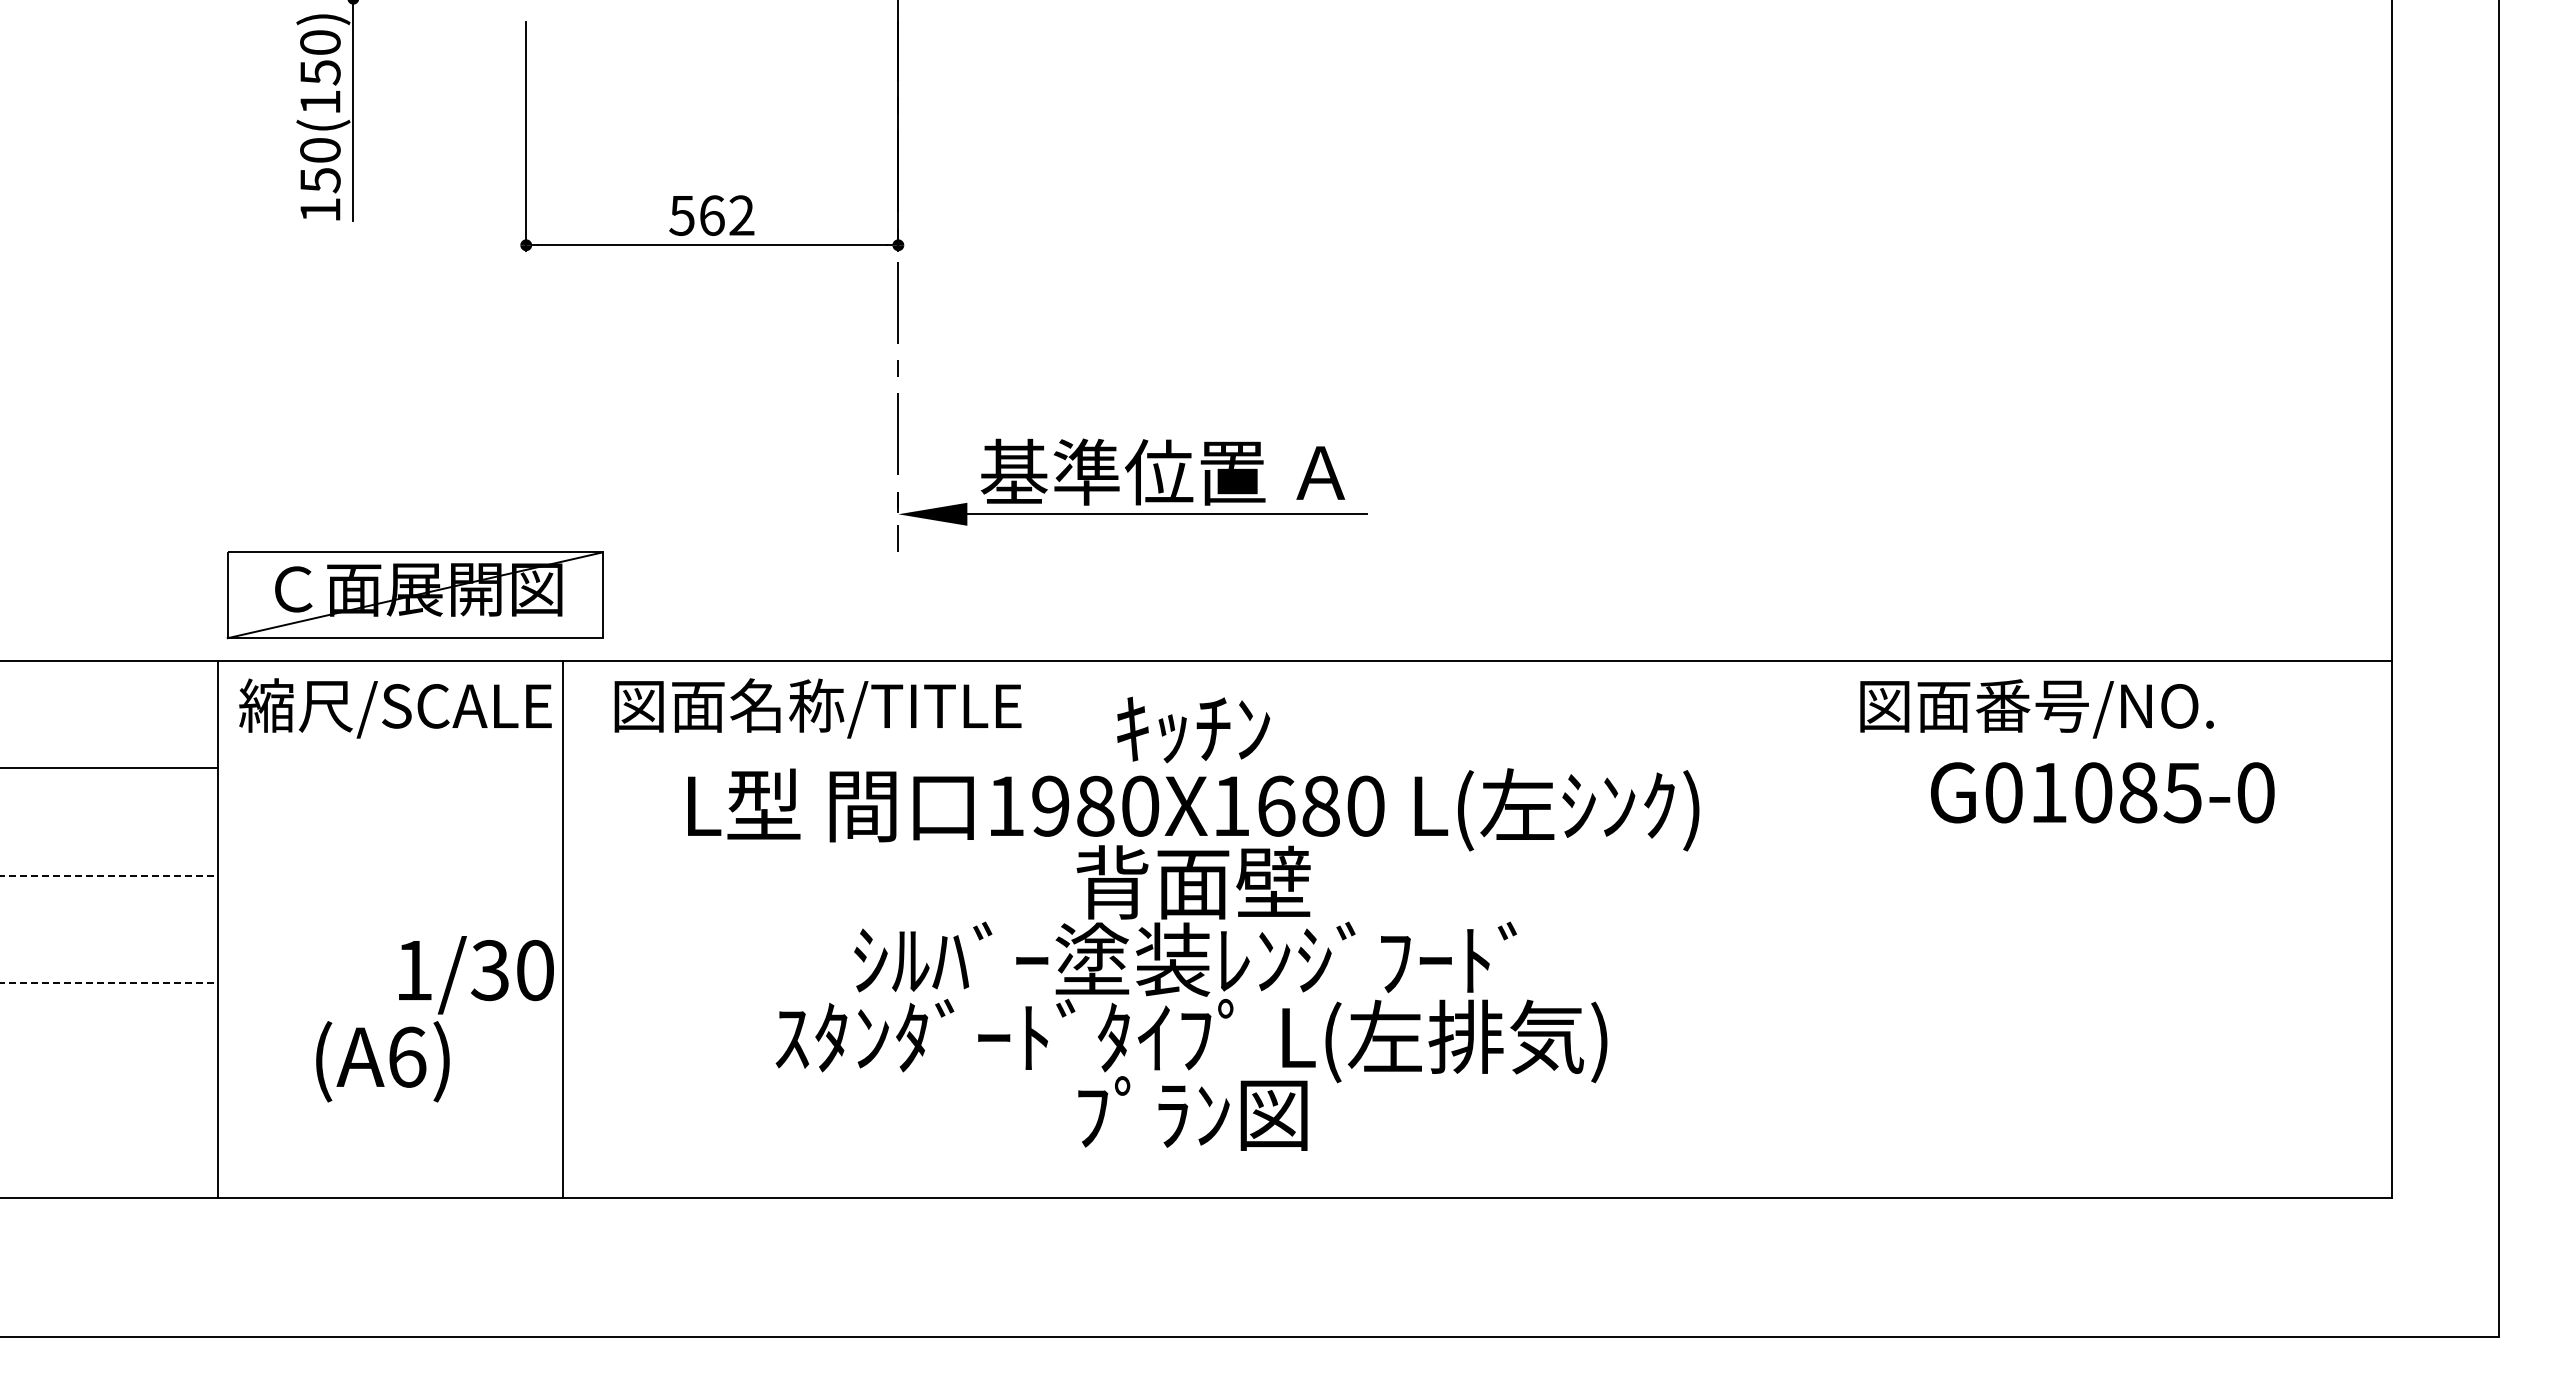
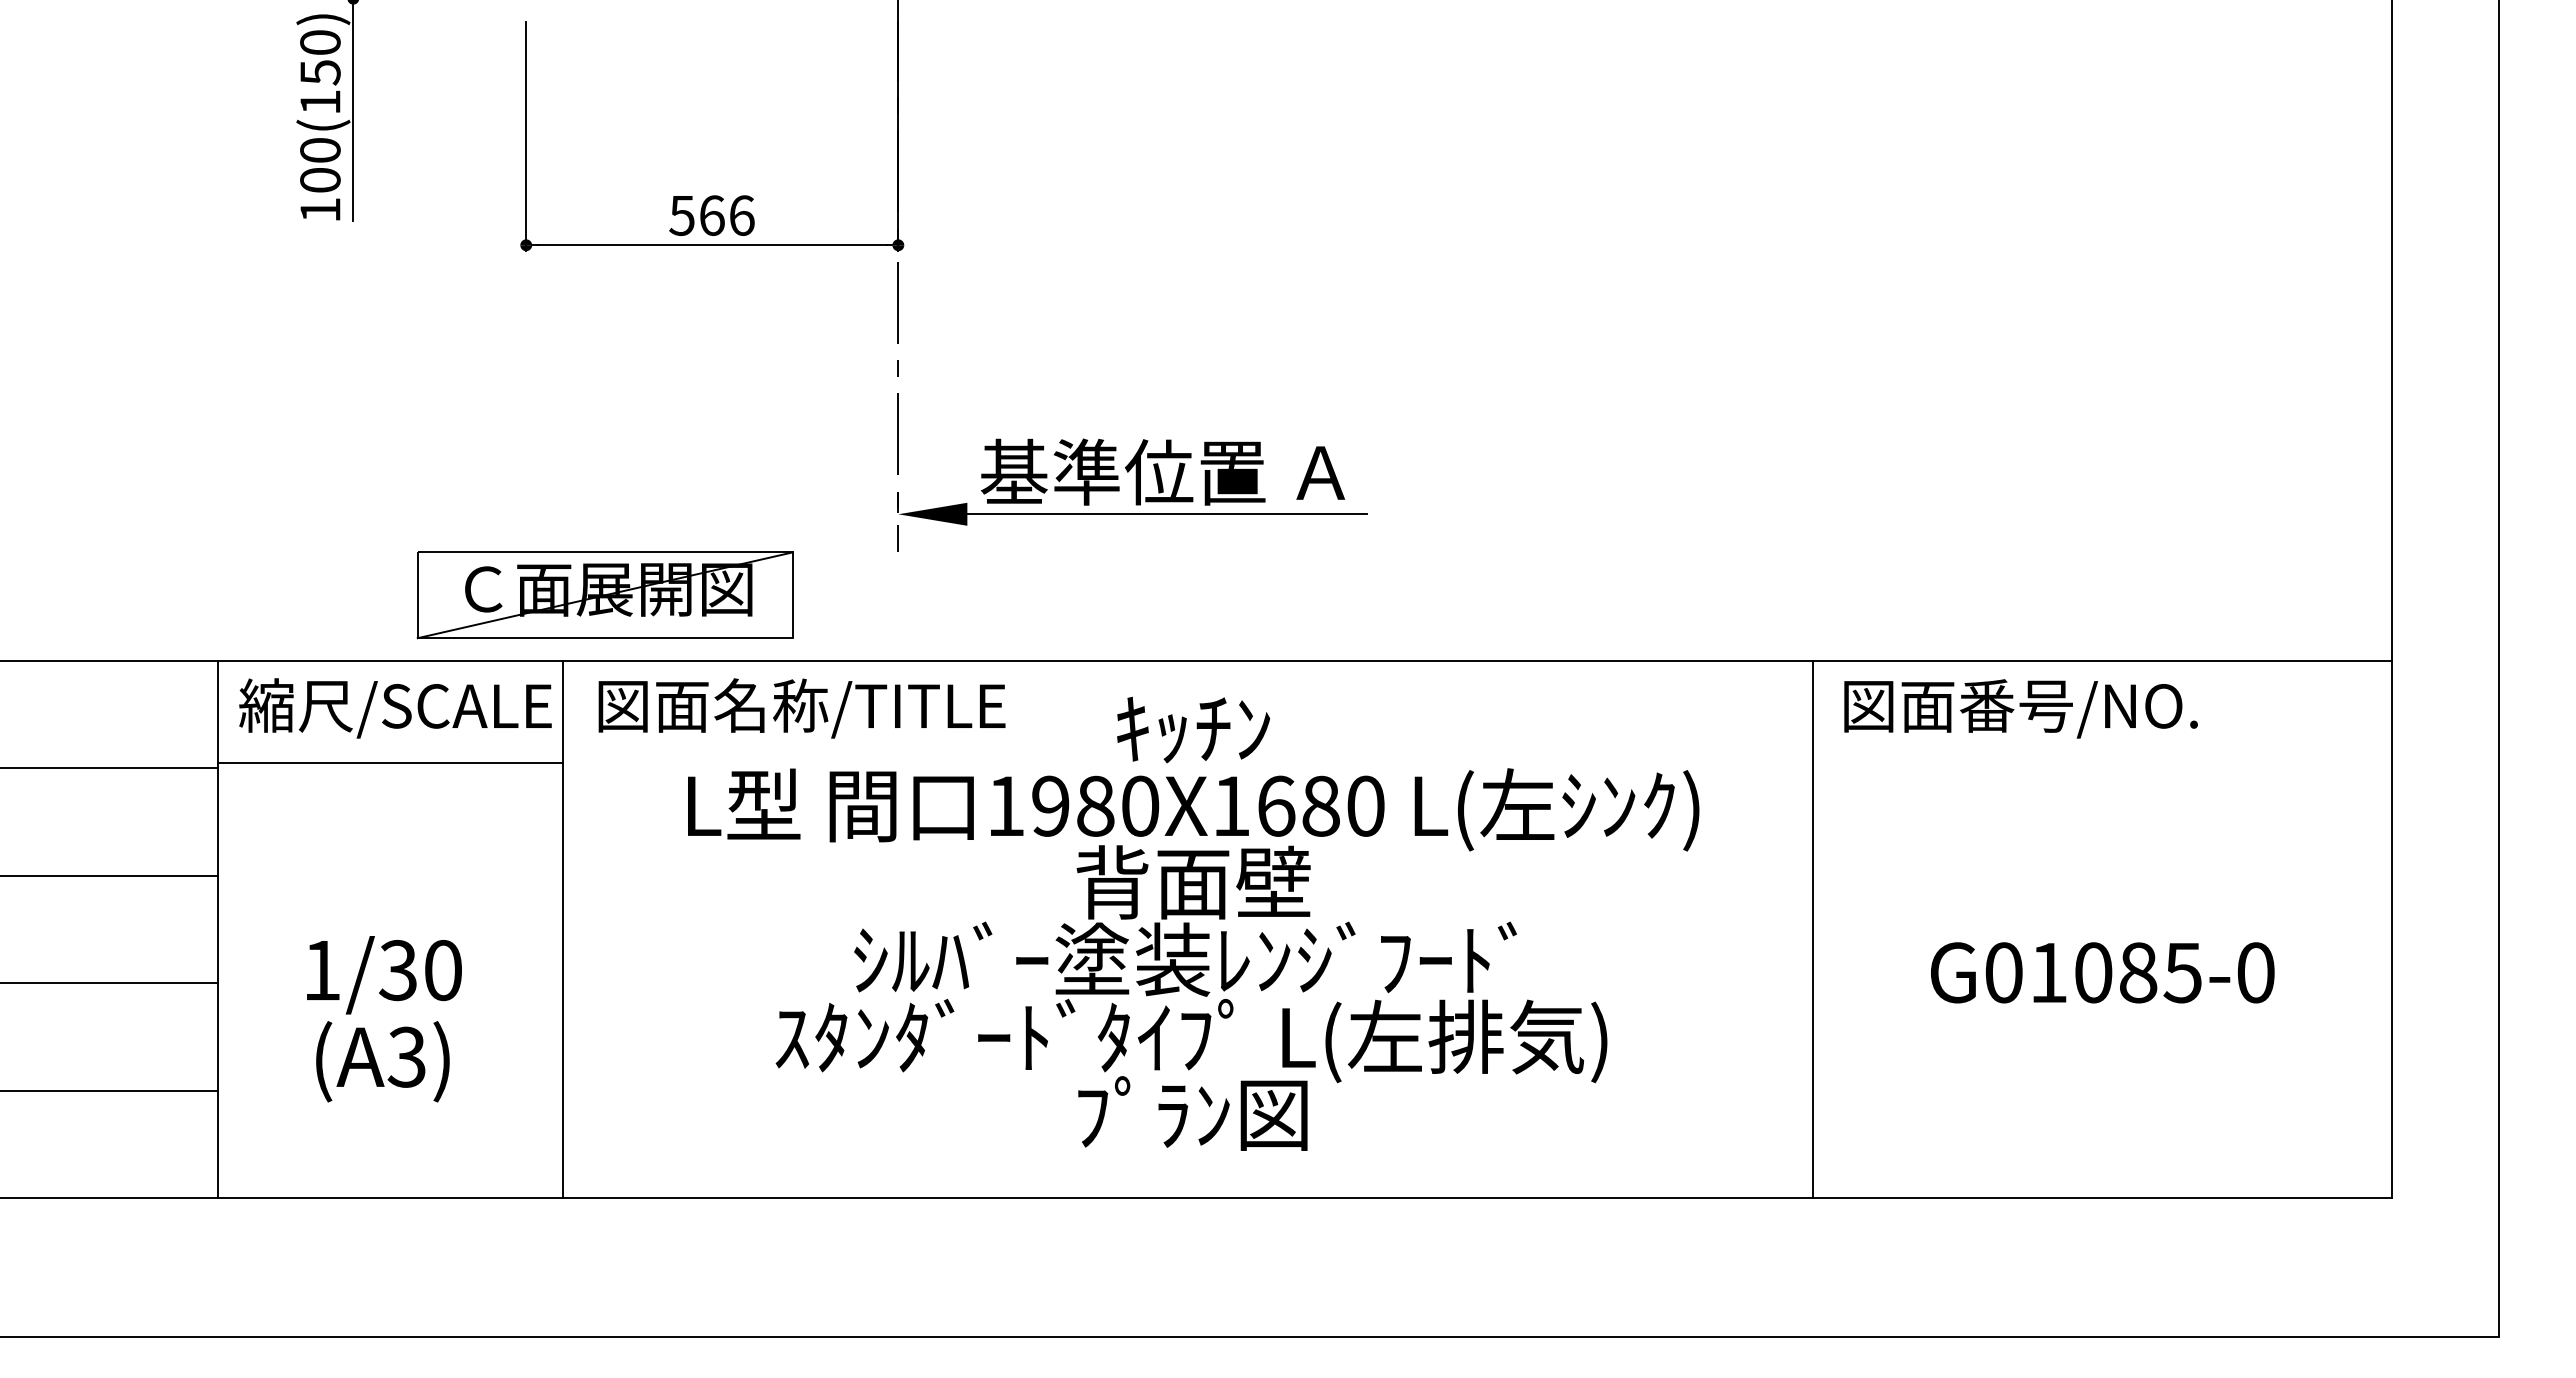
text at (320, 180): 150(150) -> 100(150)
text at (741, 215): 562 -> 566
part at (414, 595) position: (414, 595) -> (604, 595)
text at (817, 708) position: (817, 708) -> (801, 708)
text at (2036, 708) position: (2036, 708) -> (2020, 708)
line at (390, 762): none -> present
text at (2102, 792) position: (2102, 792) -> (2102, 972)
line at (109, 875): dashed -> solid
line at (1813, 929): none -> present
text at (476, 975) position: (476, 975) -> (384, 975)
line at (109, 982): dashed -> solid
text at (406, 1056): (A6) -> (A3)
line at (110, 1090): none -> present
